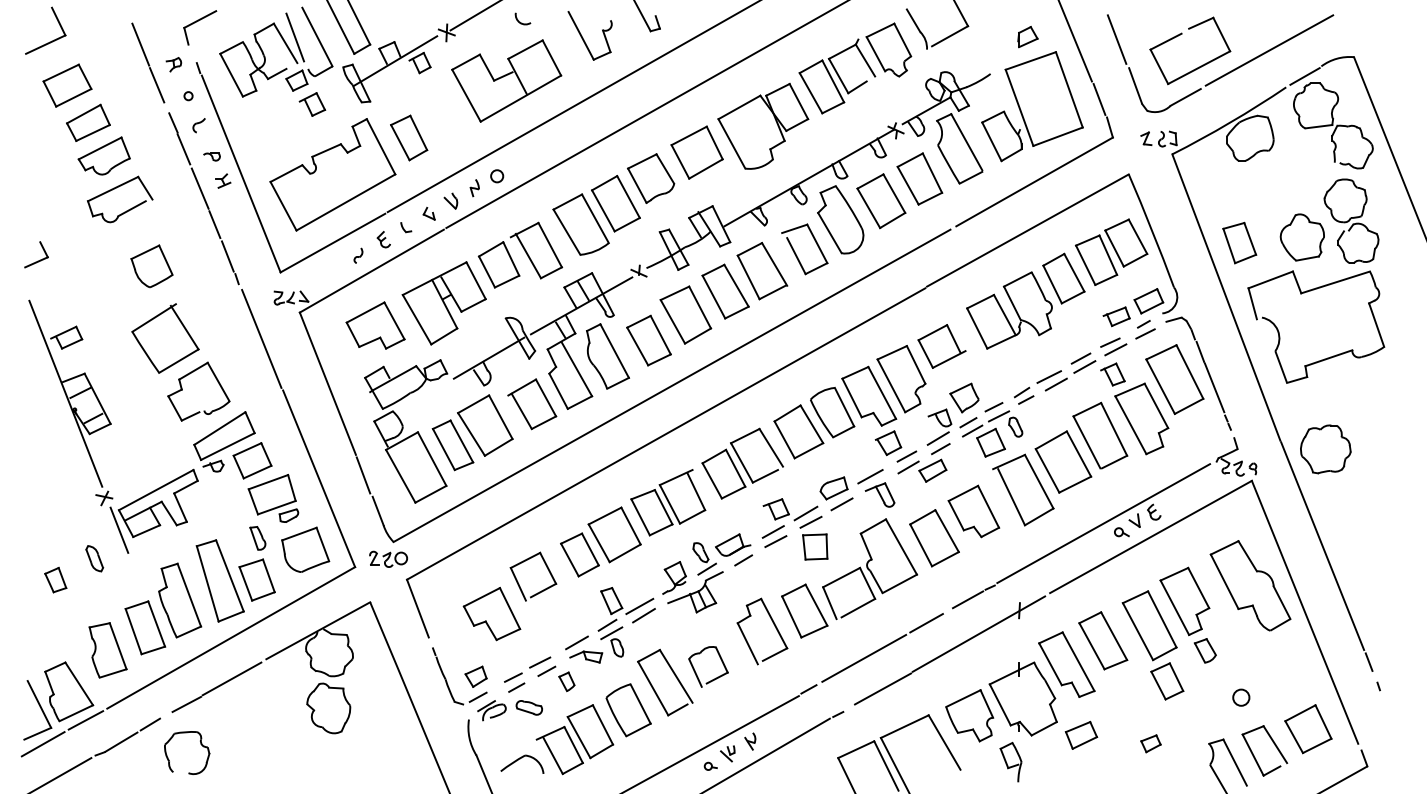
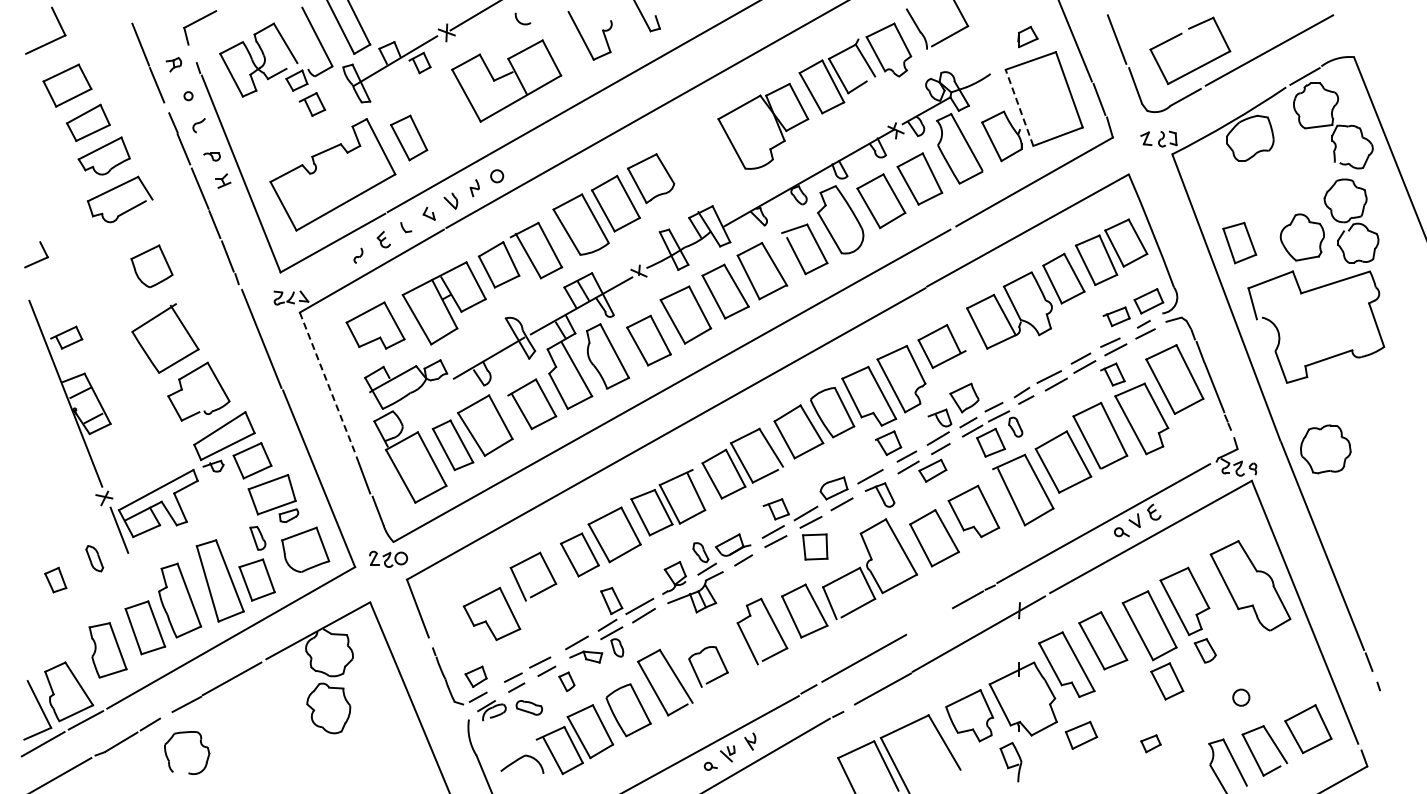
line at (295, 37): present -> none
line at (1019, 107): solid -> dashed
part at (696, 152): present -> none
line at (328, 384): solid -> dashed
line at (926, 623): present -> none
